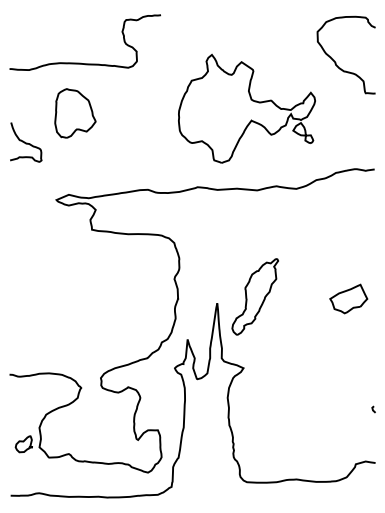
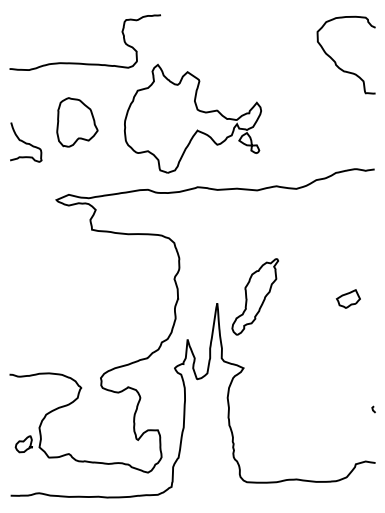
part at (246, 108) position: (246, 108) -> (192, 118)
part at (75, 113) position: (75, 113) -> (77, 122)
part at (348, 298) size: 40x32 px -> 26x20 px
